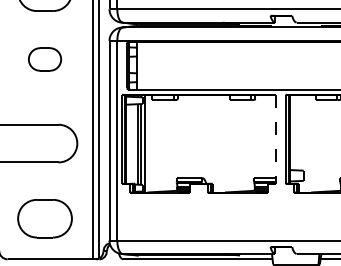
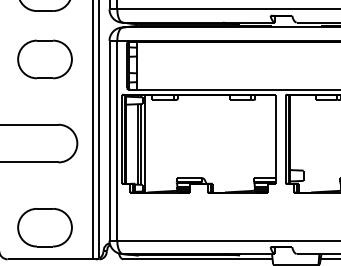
part at (45, 59) size: 35x25 px -> 56x41 px
line at (275, 139): dashed -> solid
part at (44, 218) position: (44, 218) -> (44, 227)
